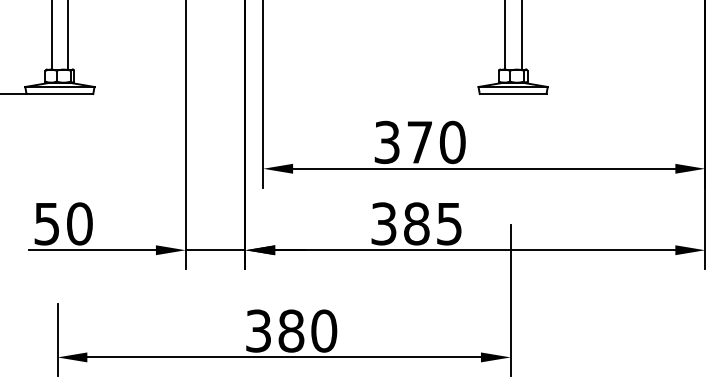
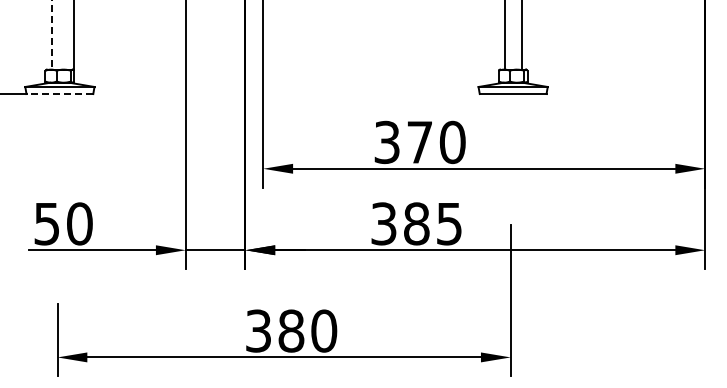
line at (51, 35): solid -> dashed
line at (68, 35) position: (68, 35) -> (74, 35)
line at (59, 94): solid -> dashed
